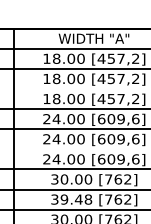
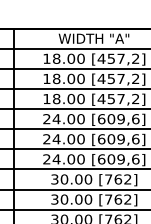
line at (74, 89): none -> present
line at (74, 149): none -> present
text at (76, 199): 39.48 -> 30.00
